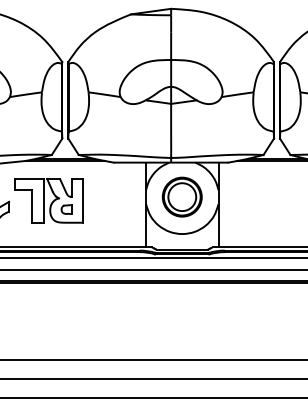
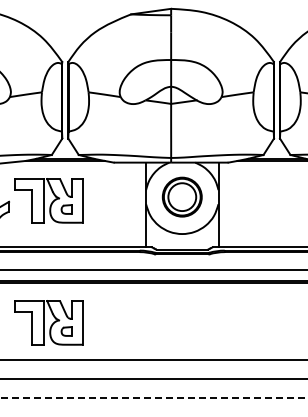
line at (153, 258): present -> none
part at (48, 322): none -> present
line at (154, 398): solid -> dashed
